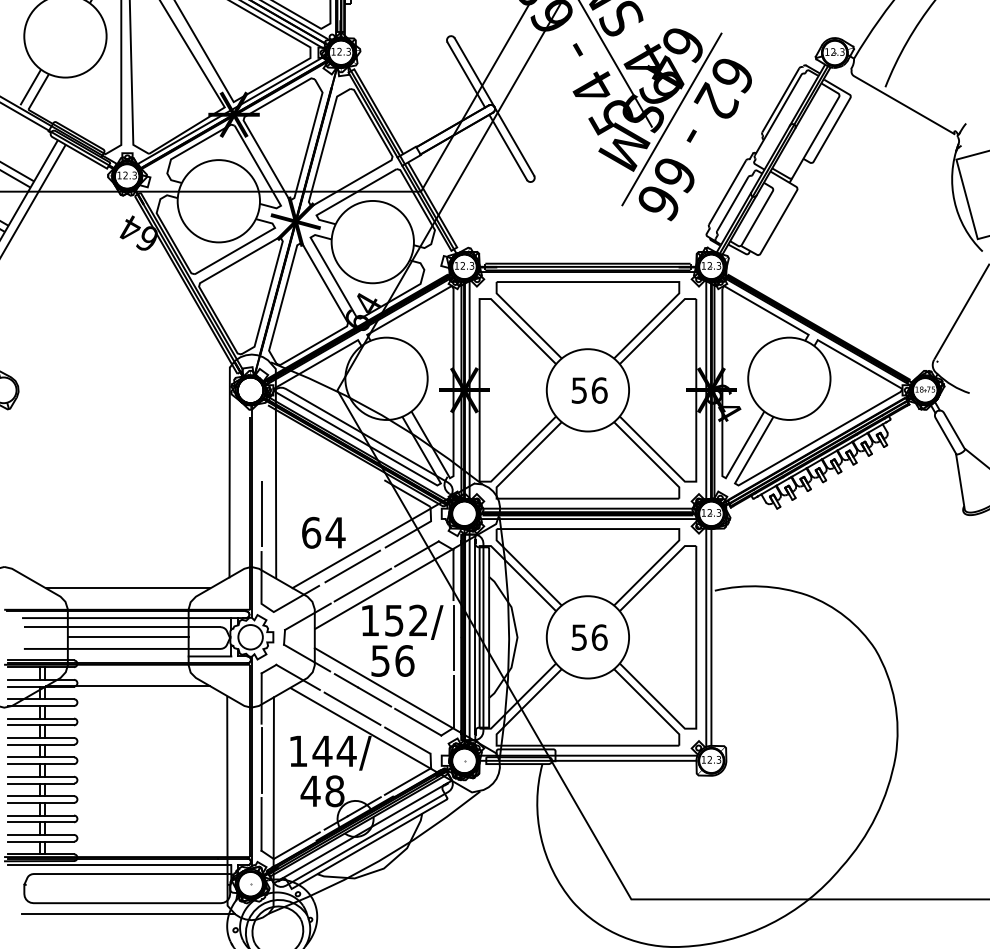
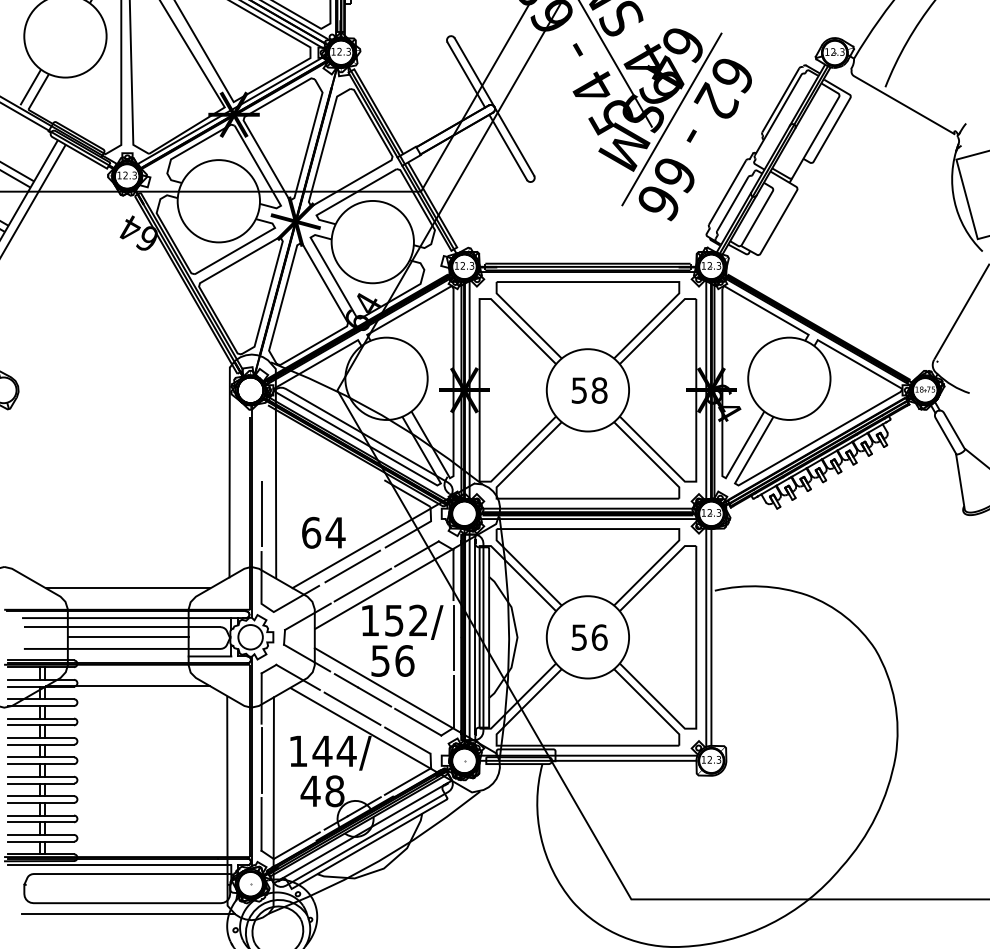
text at (599, 390): 56 -> 58
